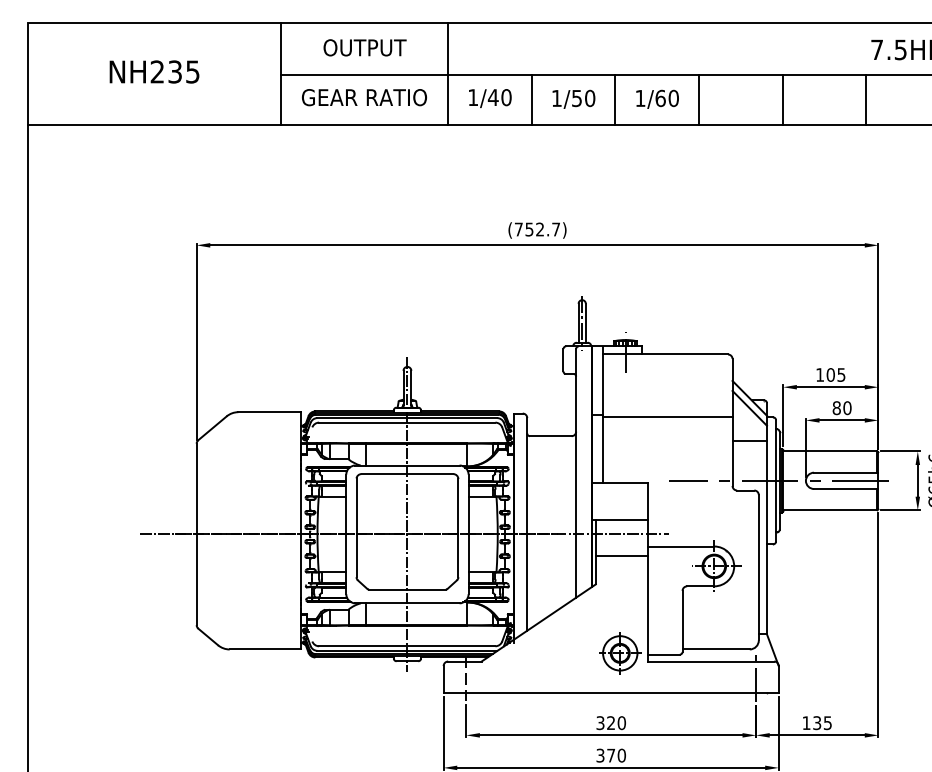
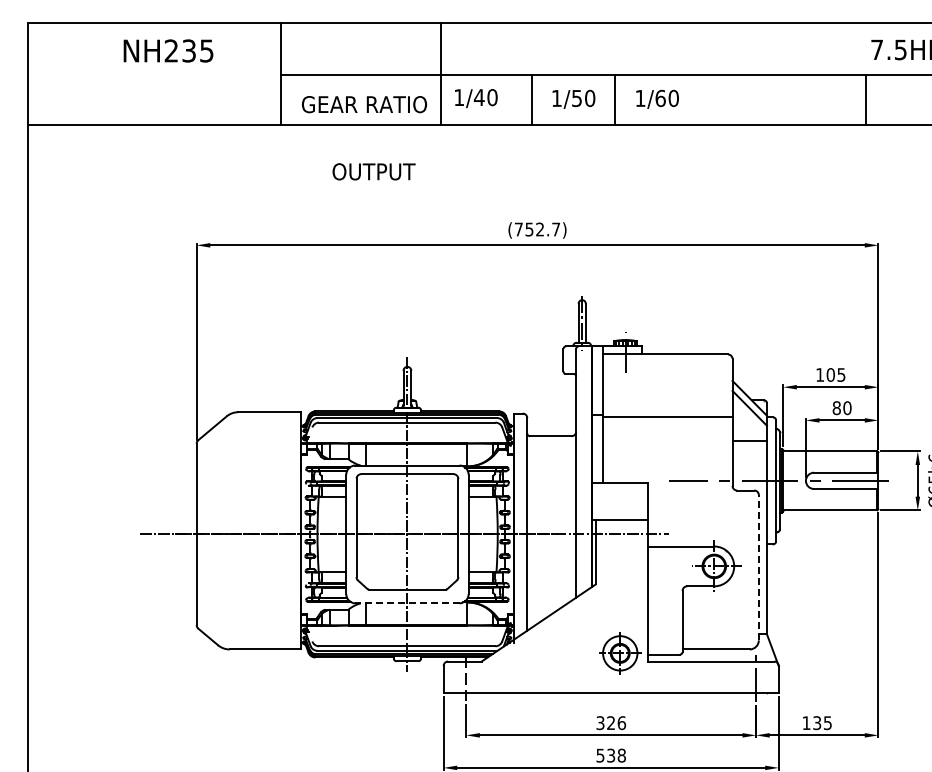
text at (364, 47) position: (364, 47) -> (373, 171)
text at (154, 71) position: (154, 71) -> (168, 50)
line at (448, 73) position: (448, 73) -> (441, 73)
text at (364, 97) position: (364, 97) -> (364, 104)
text at (490, 98) position: (490, 98) -> (476, 98)
line at (699, 99): present -> none
line at (782, 99): present -> none
line at (621, 555): present -> none
line at (758, 567): solid -> dashed
line at (406, 603): solid -> dashed
text at (621, 722): 320 -> 326
text at (610, 755): 370 -> 538
